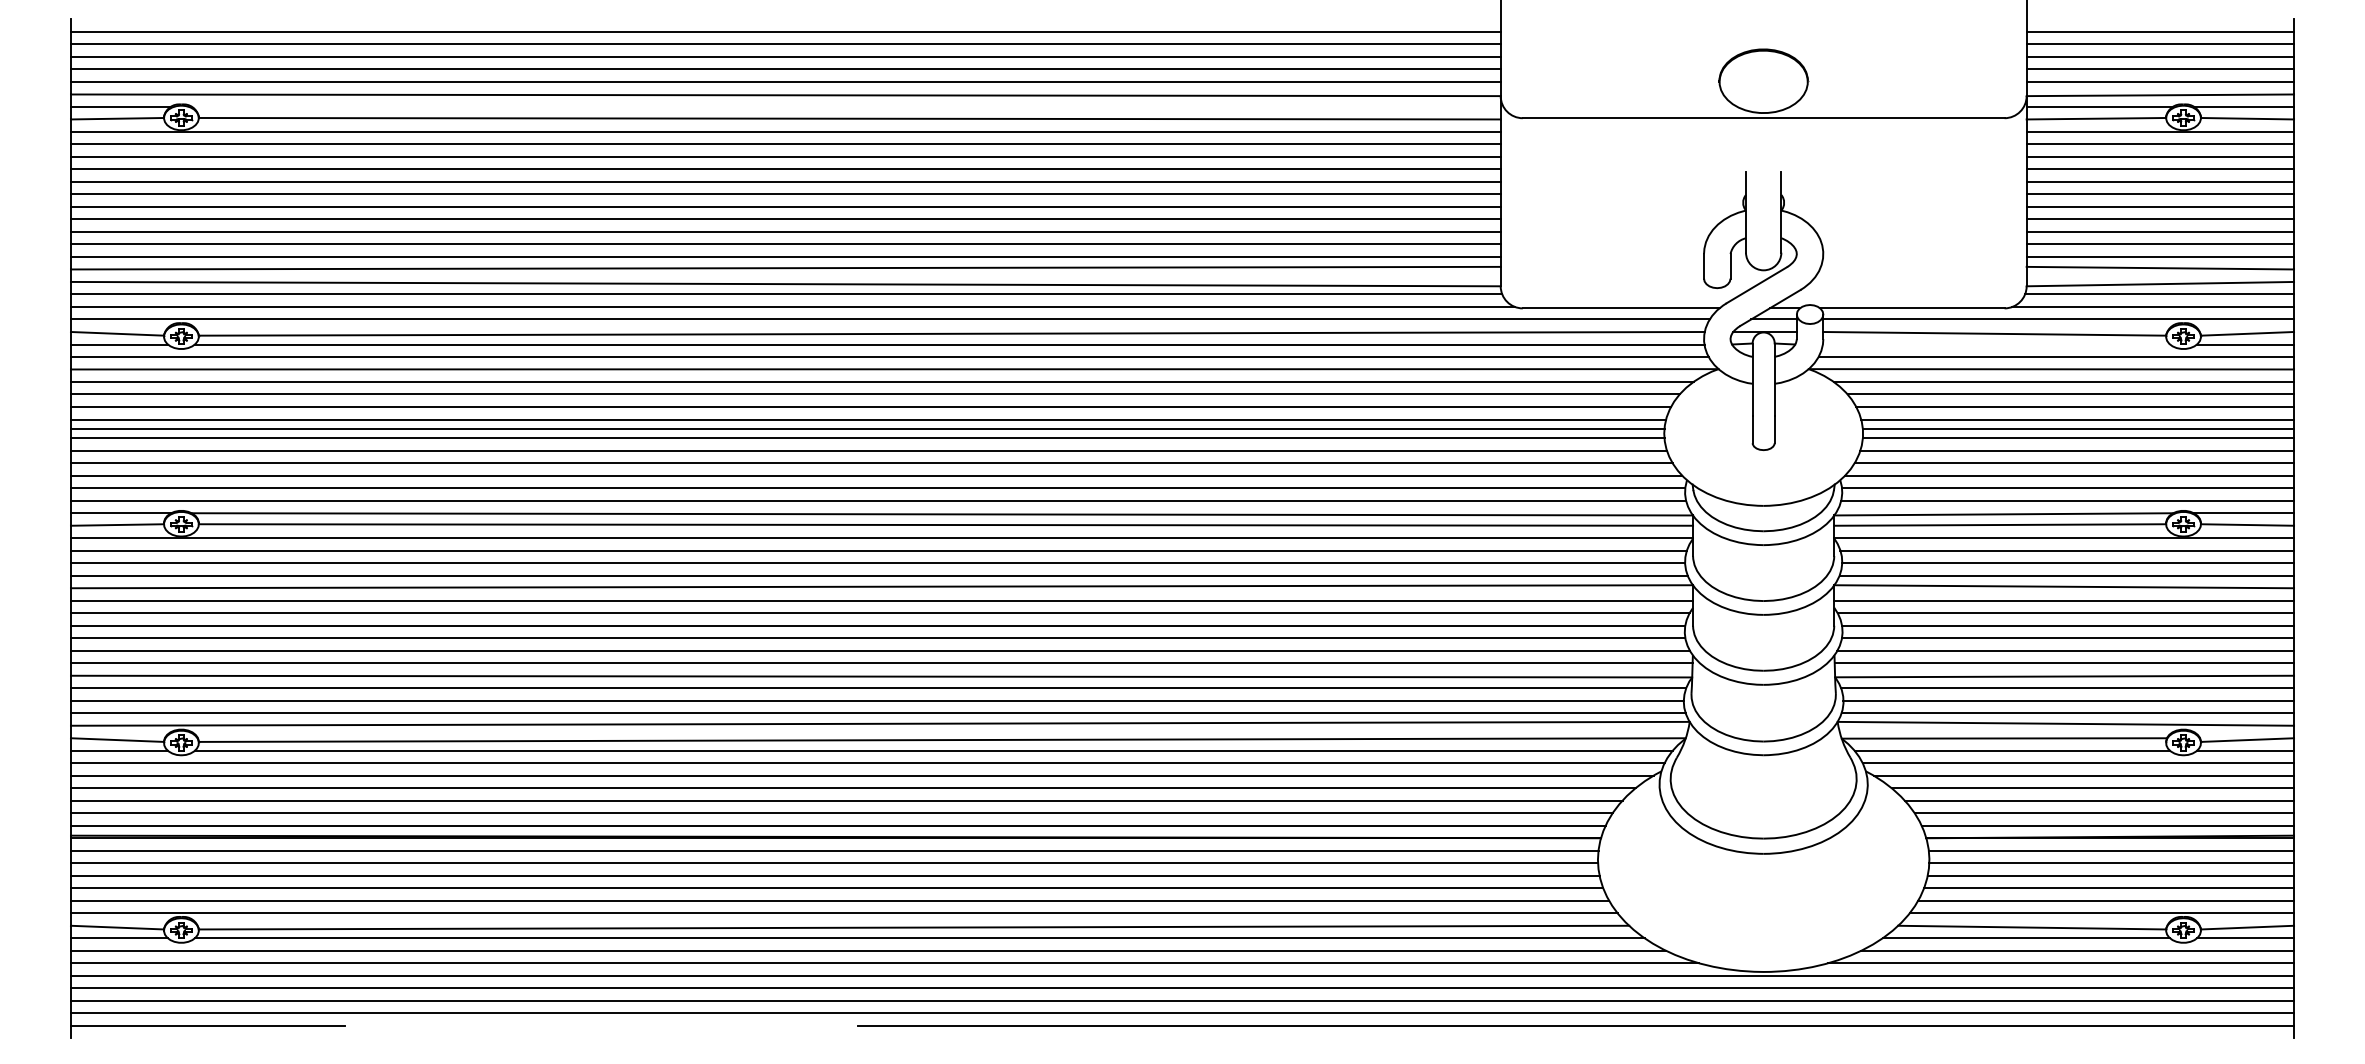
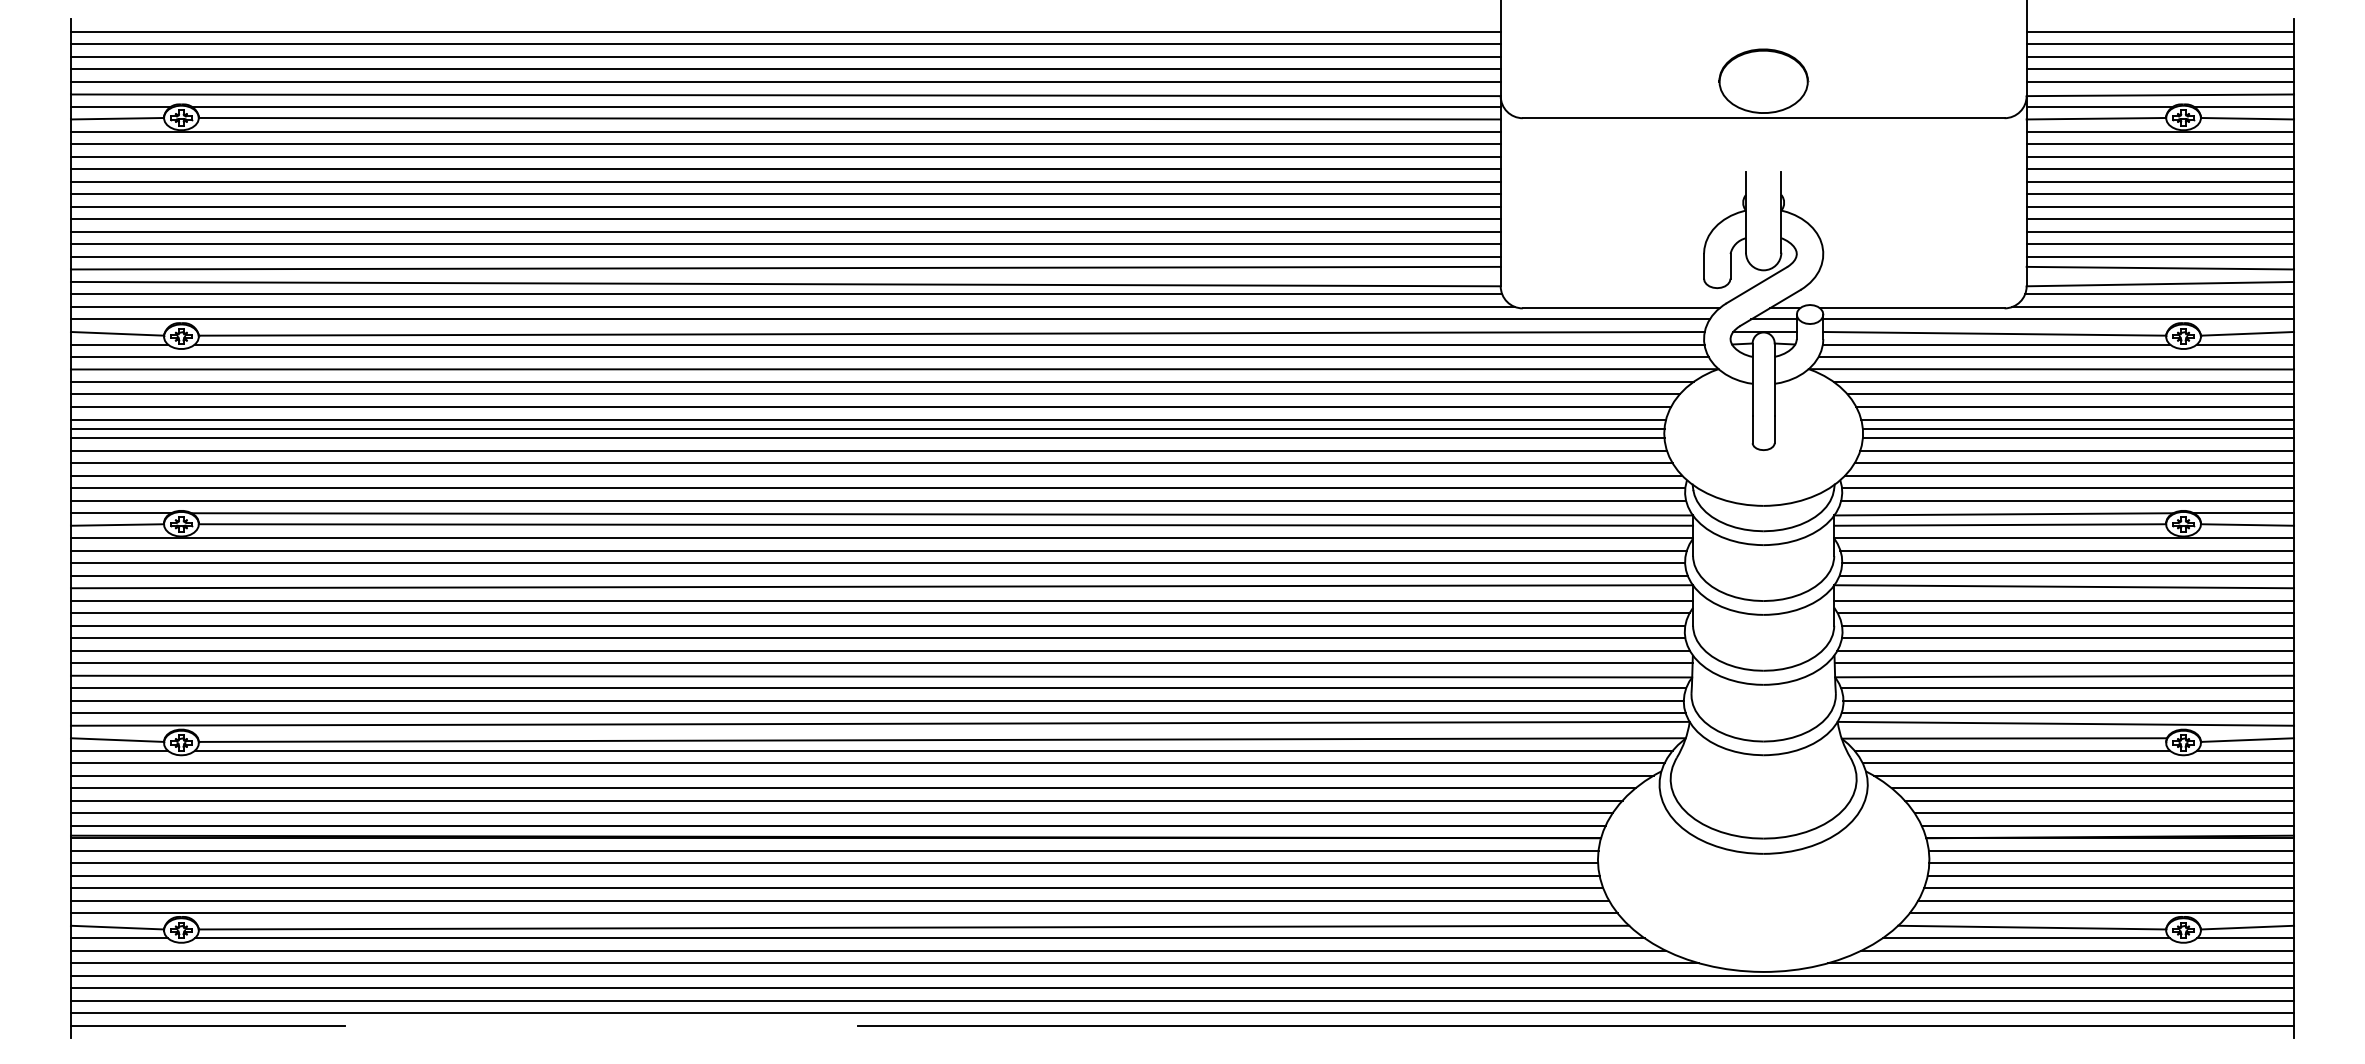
line at (845, 106): none -> present
line at (1995, 344): none -> present
